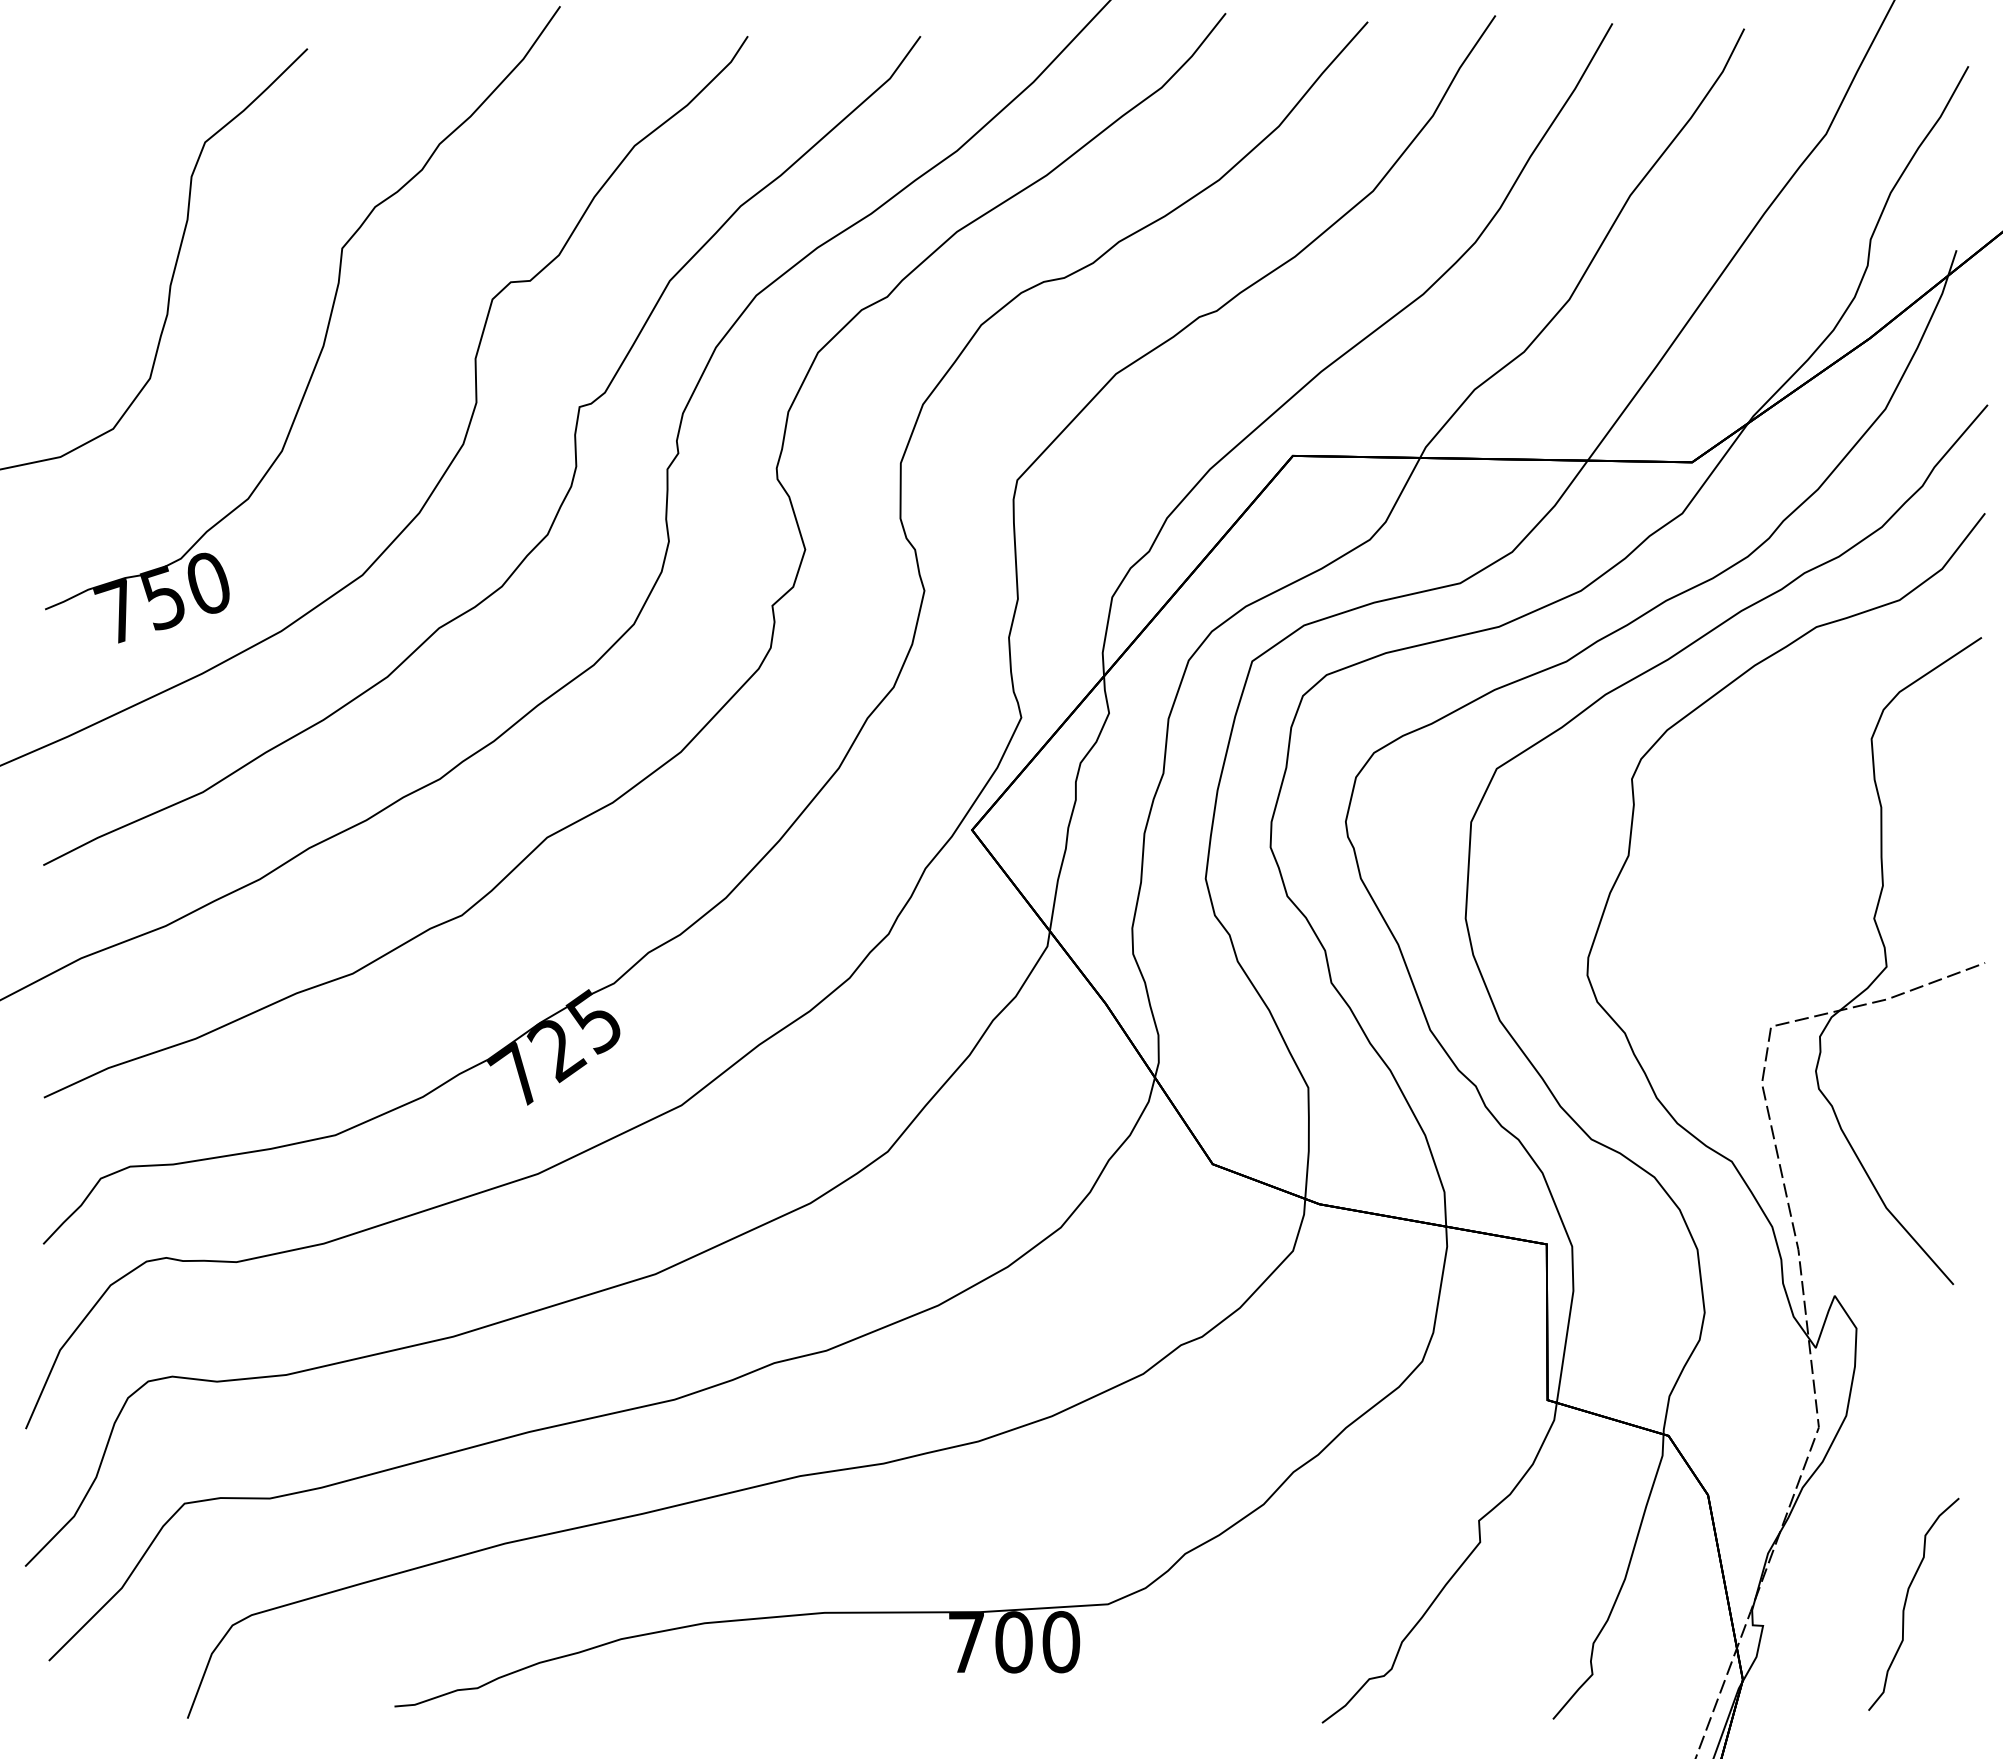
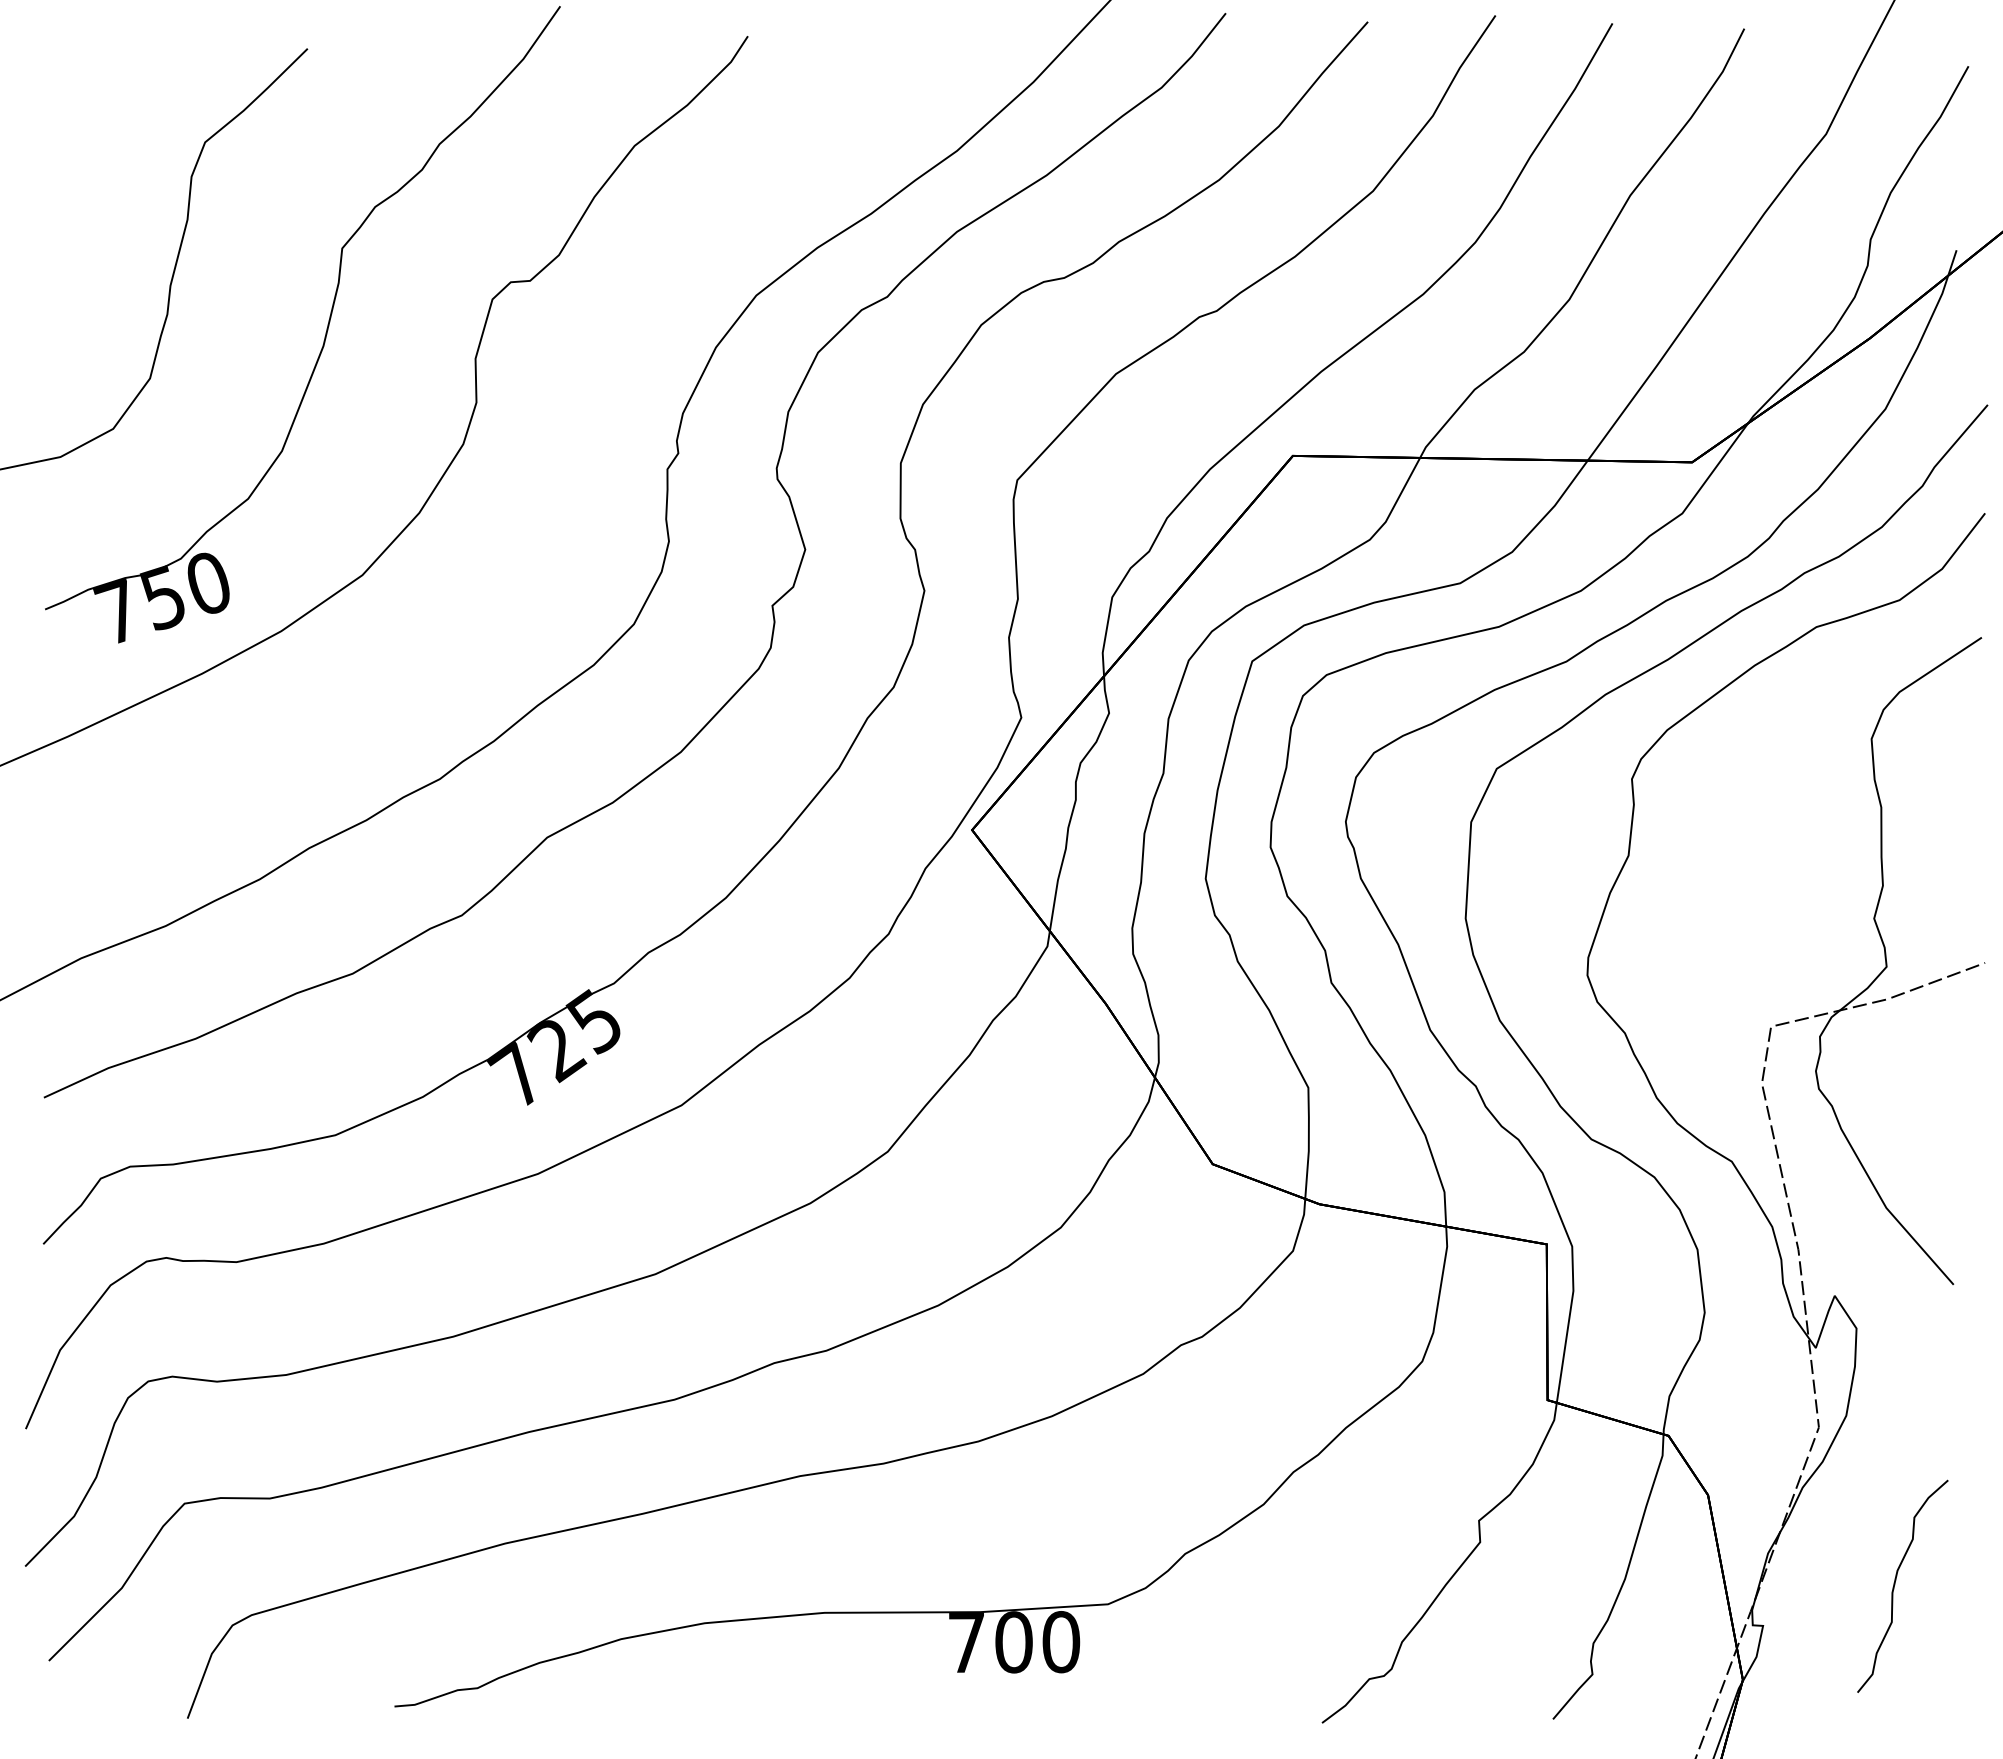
curve at (574, 450): present -> none
curve at (1906, 1603) position: (1906, 1603) -> (1895, 1585)
